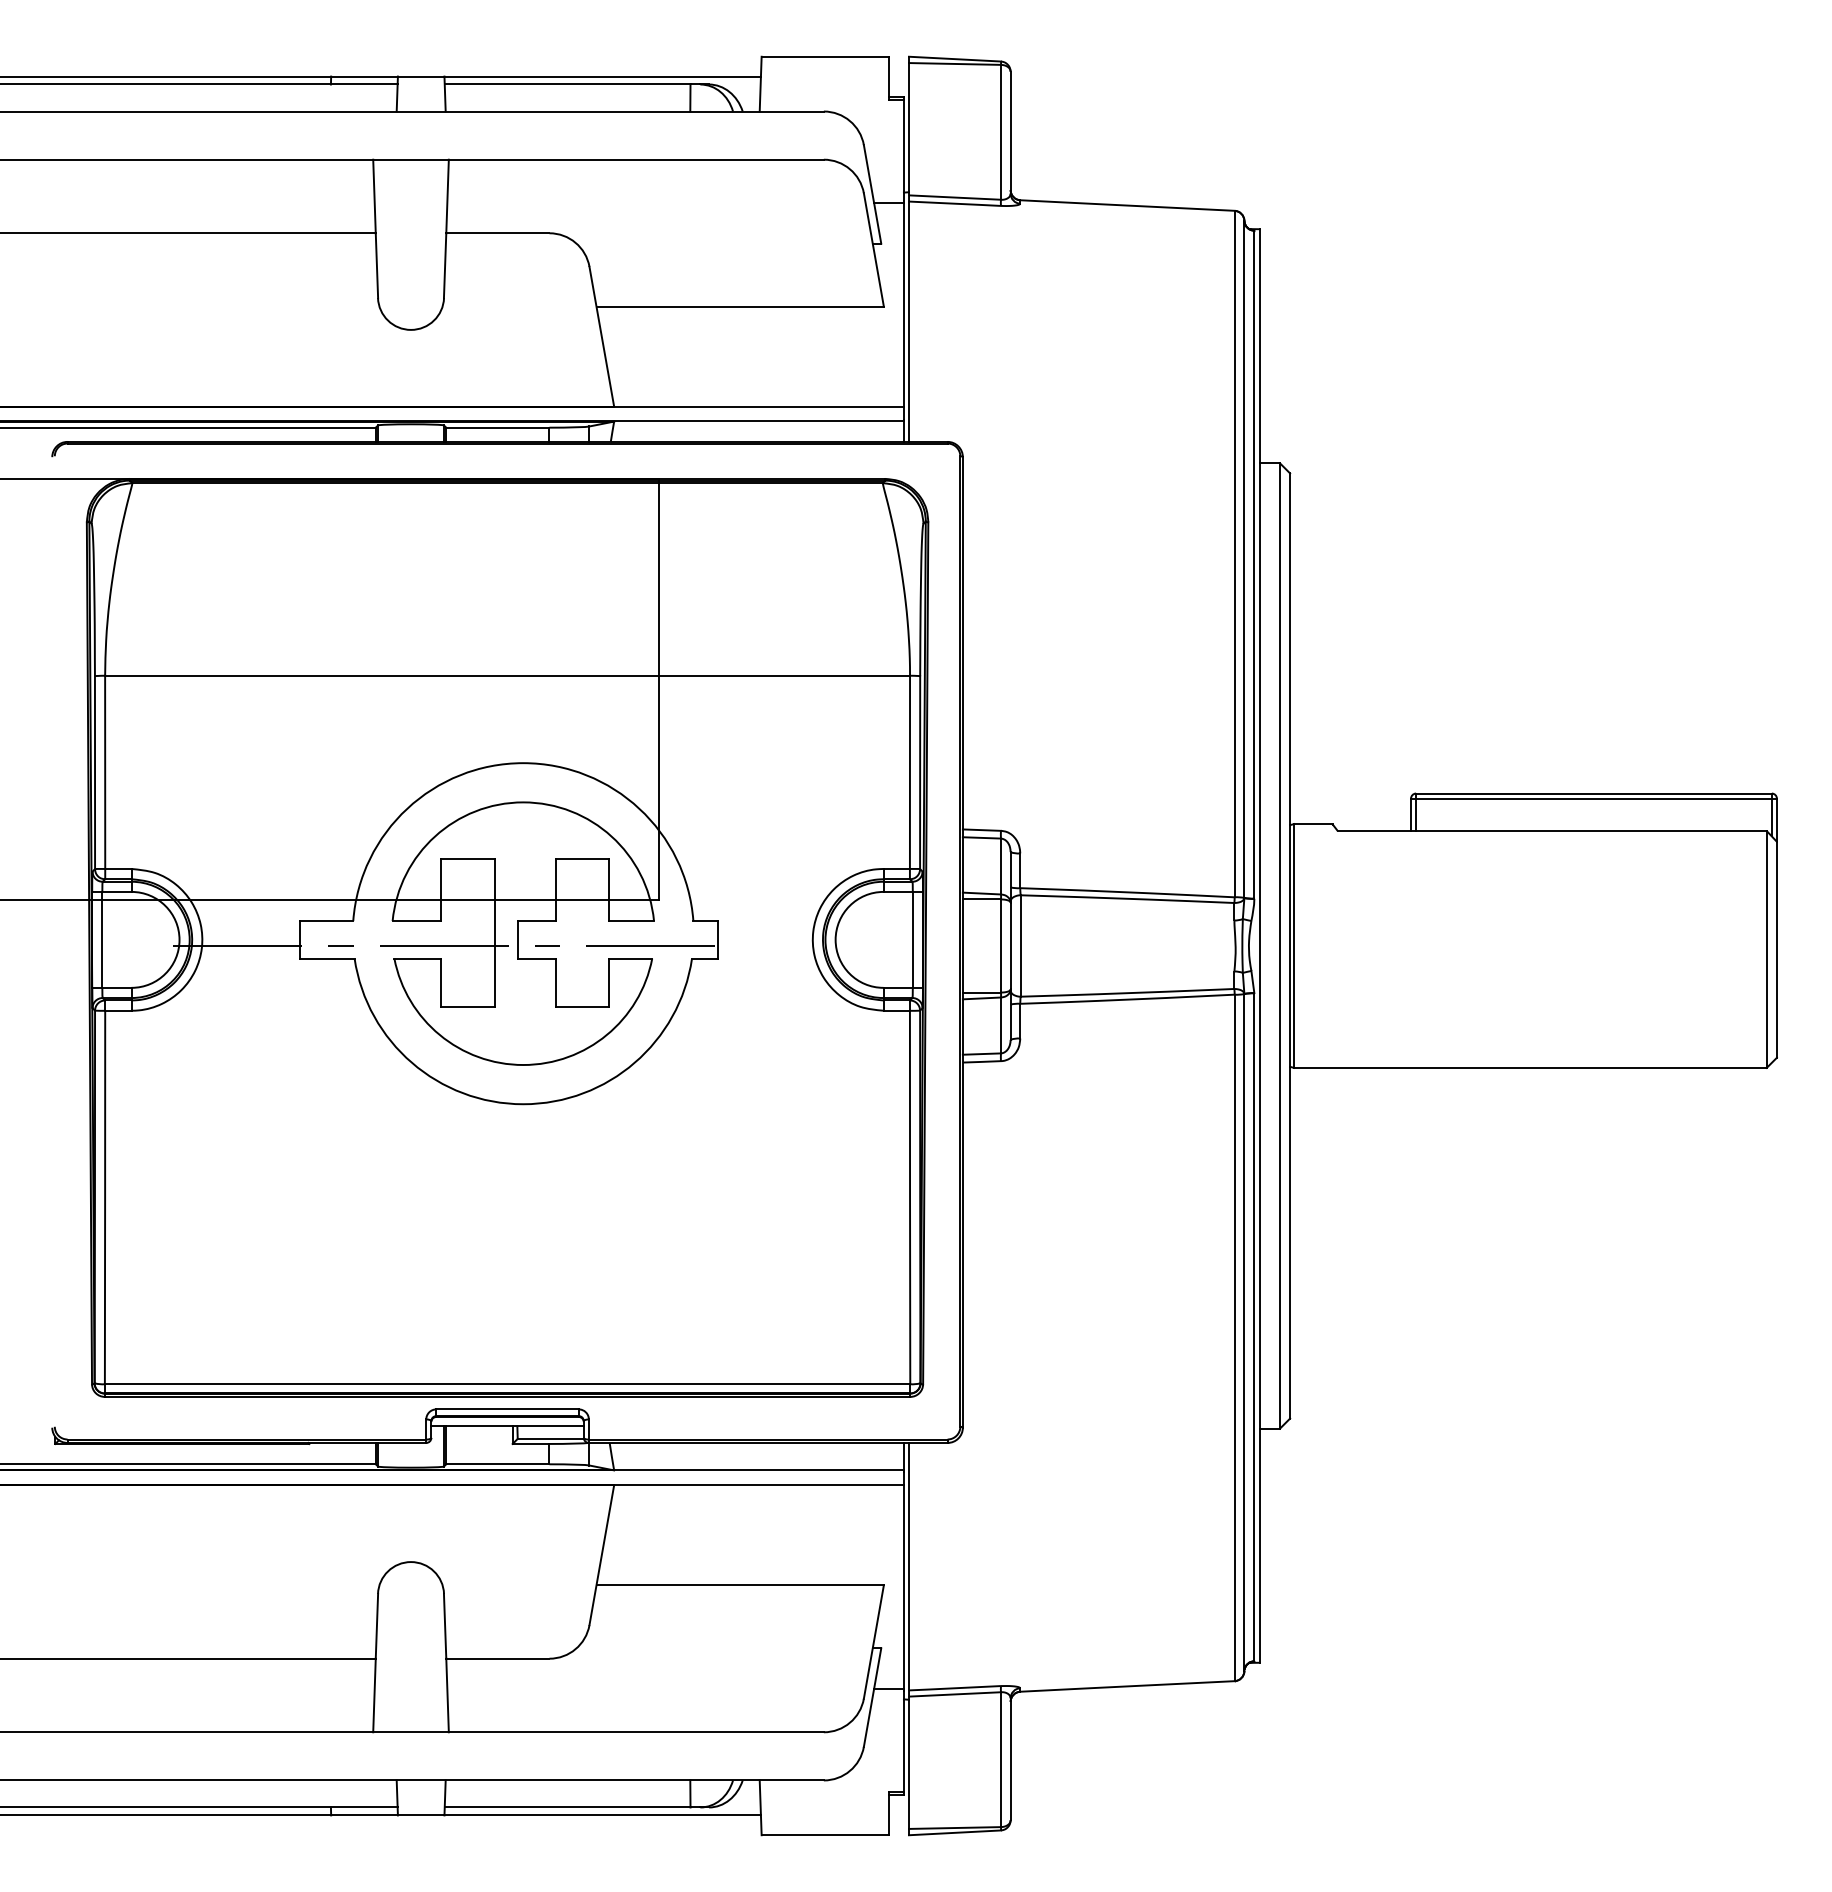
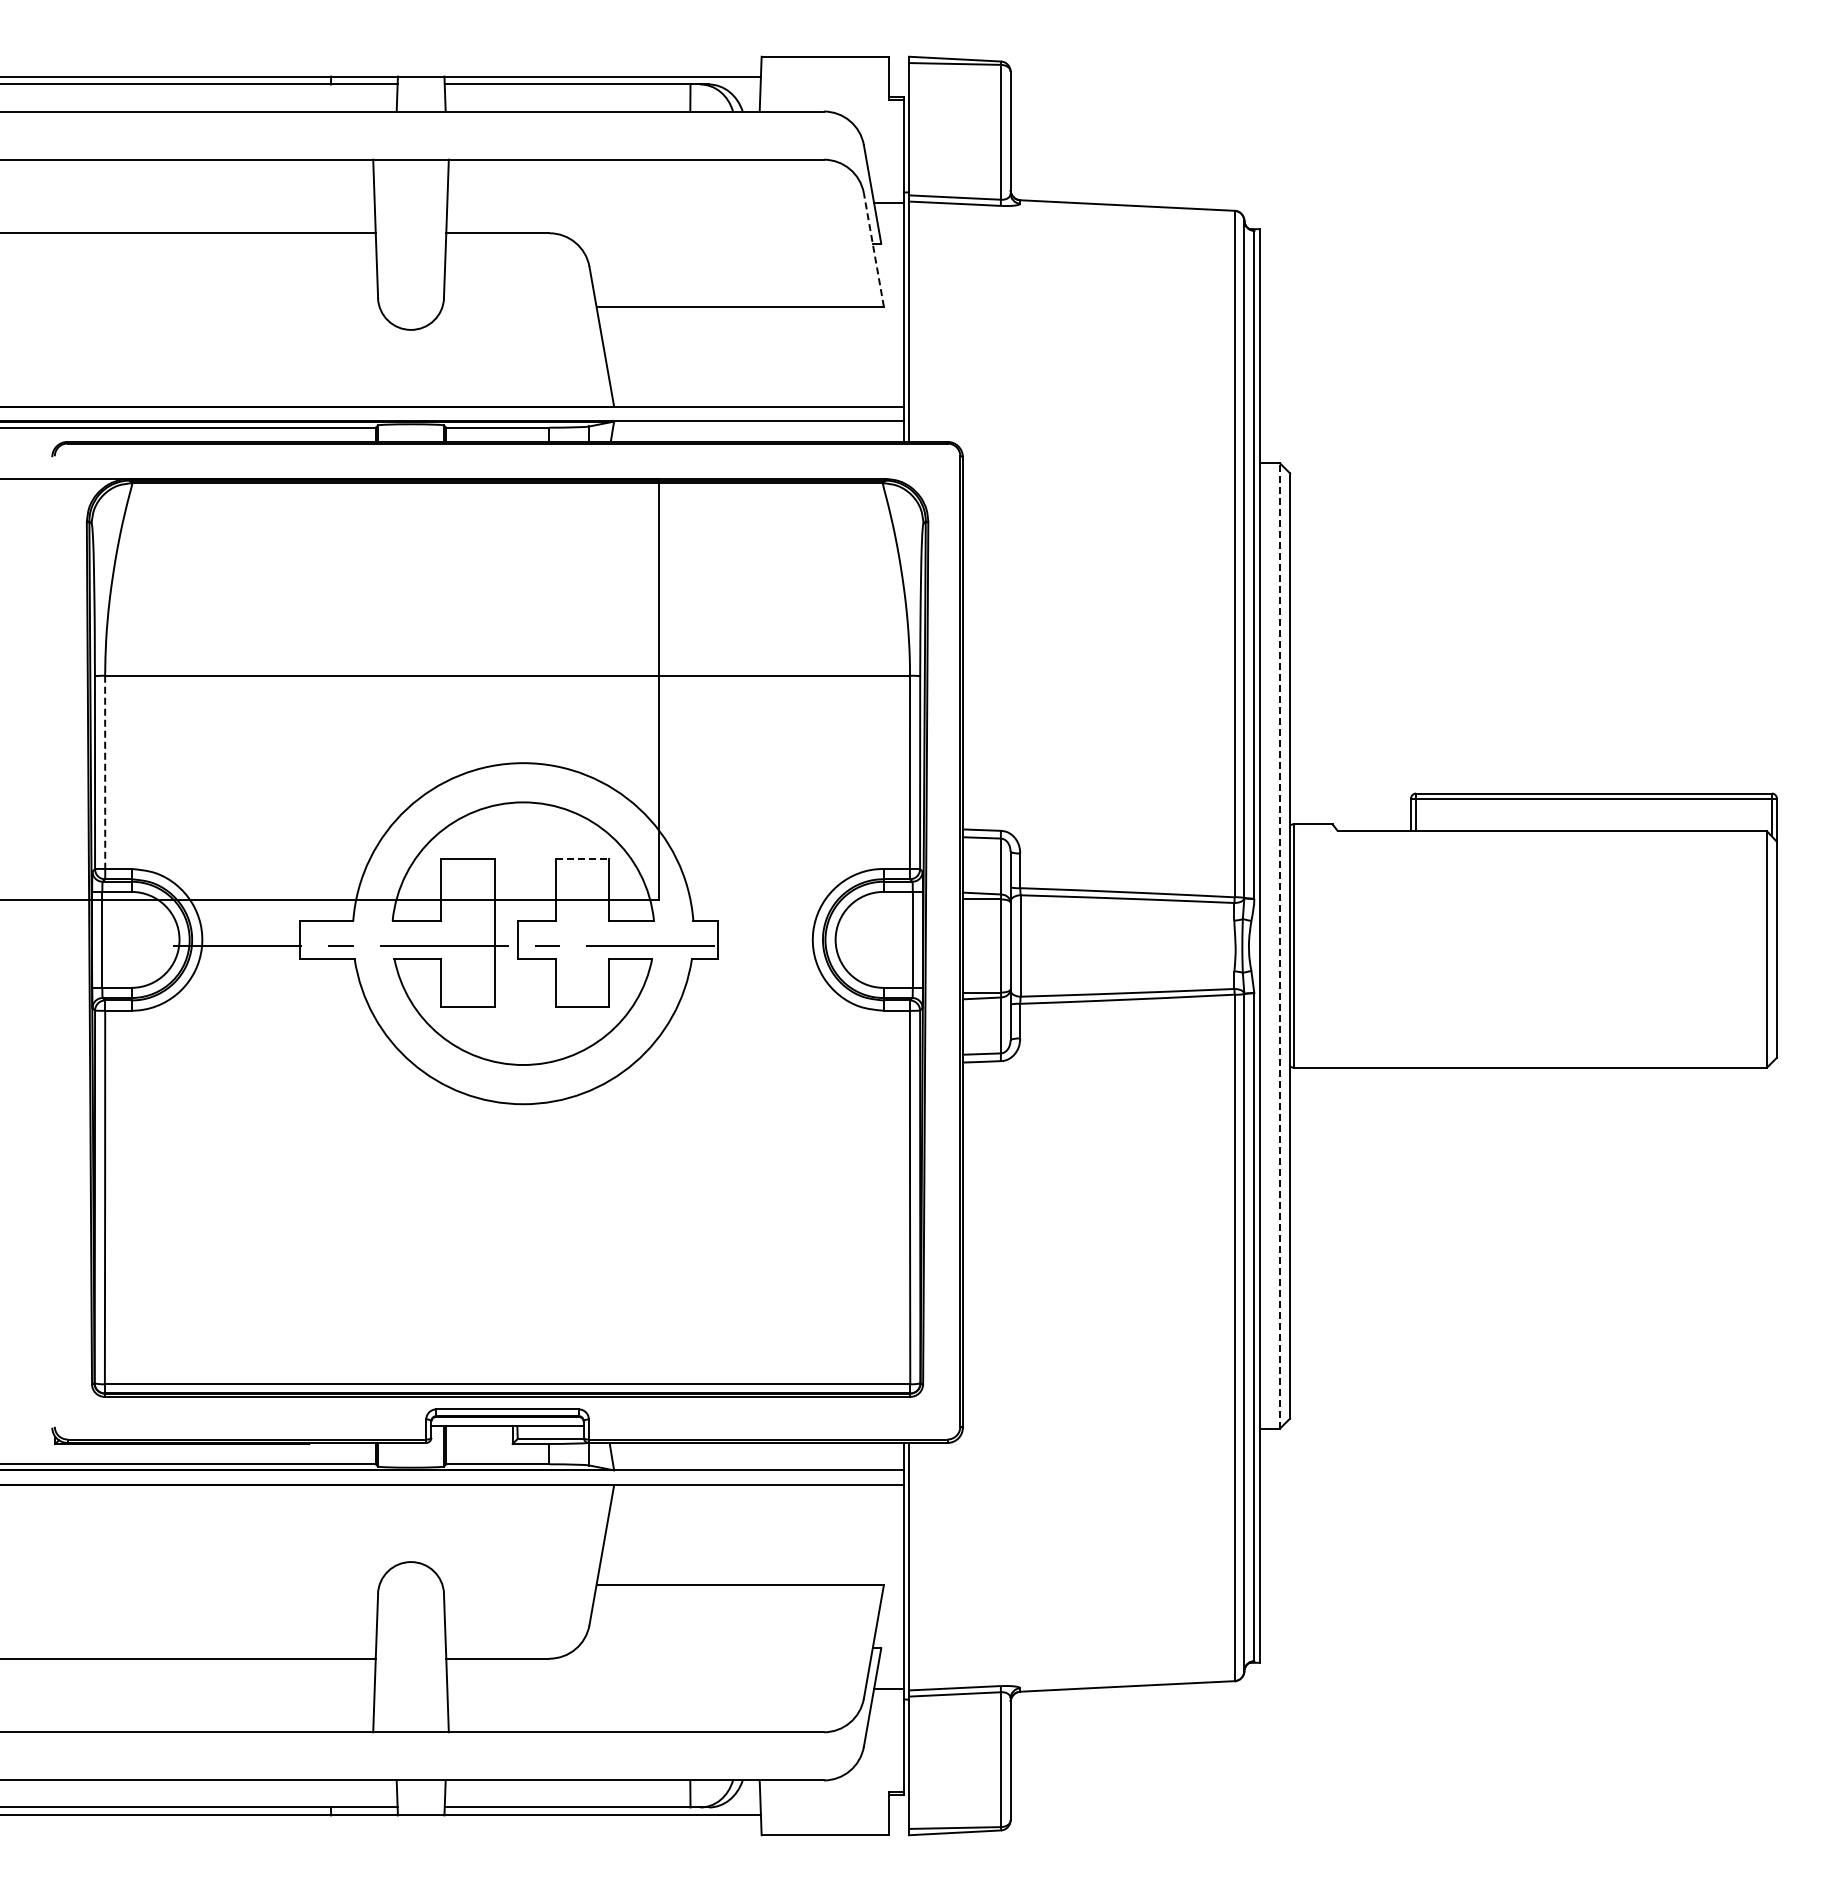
line at (873, 250): solid -> dashed
line at (105, 772): solid -> dashed
line at (582, 859): solid -> dashed
line at (1279, 946): solid -> dashed
